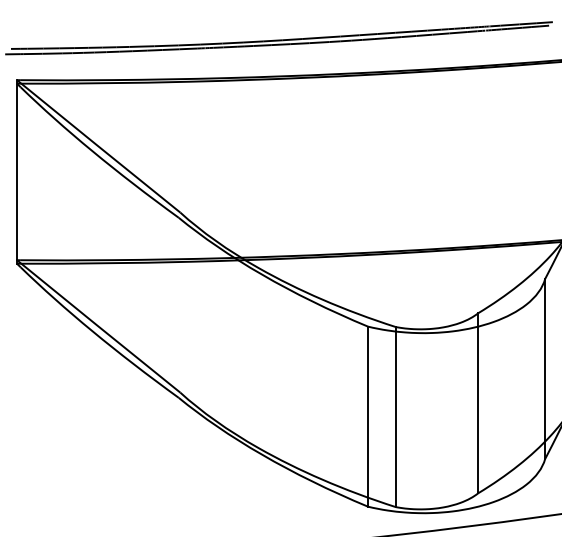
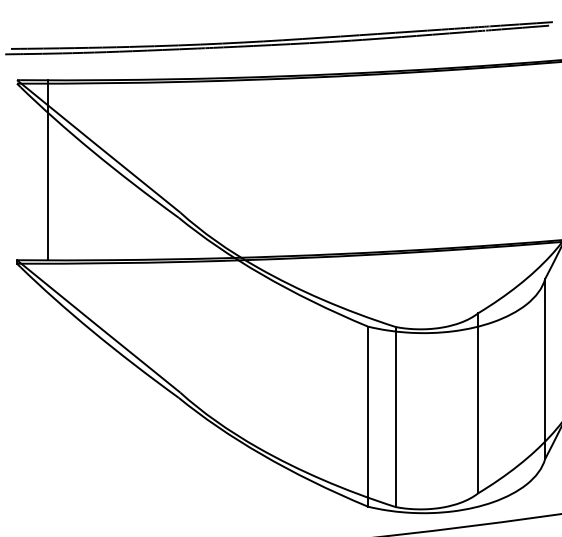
line at (17, 170) position: (17, 170) -> (48, 170)
